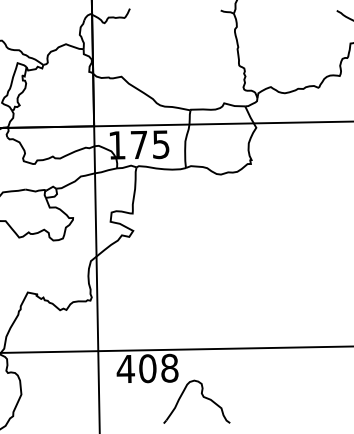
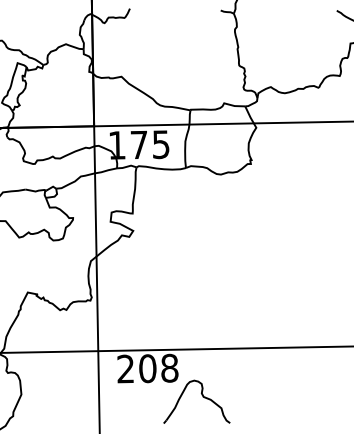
text at (125, 368): 408 -> 208
